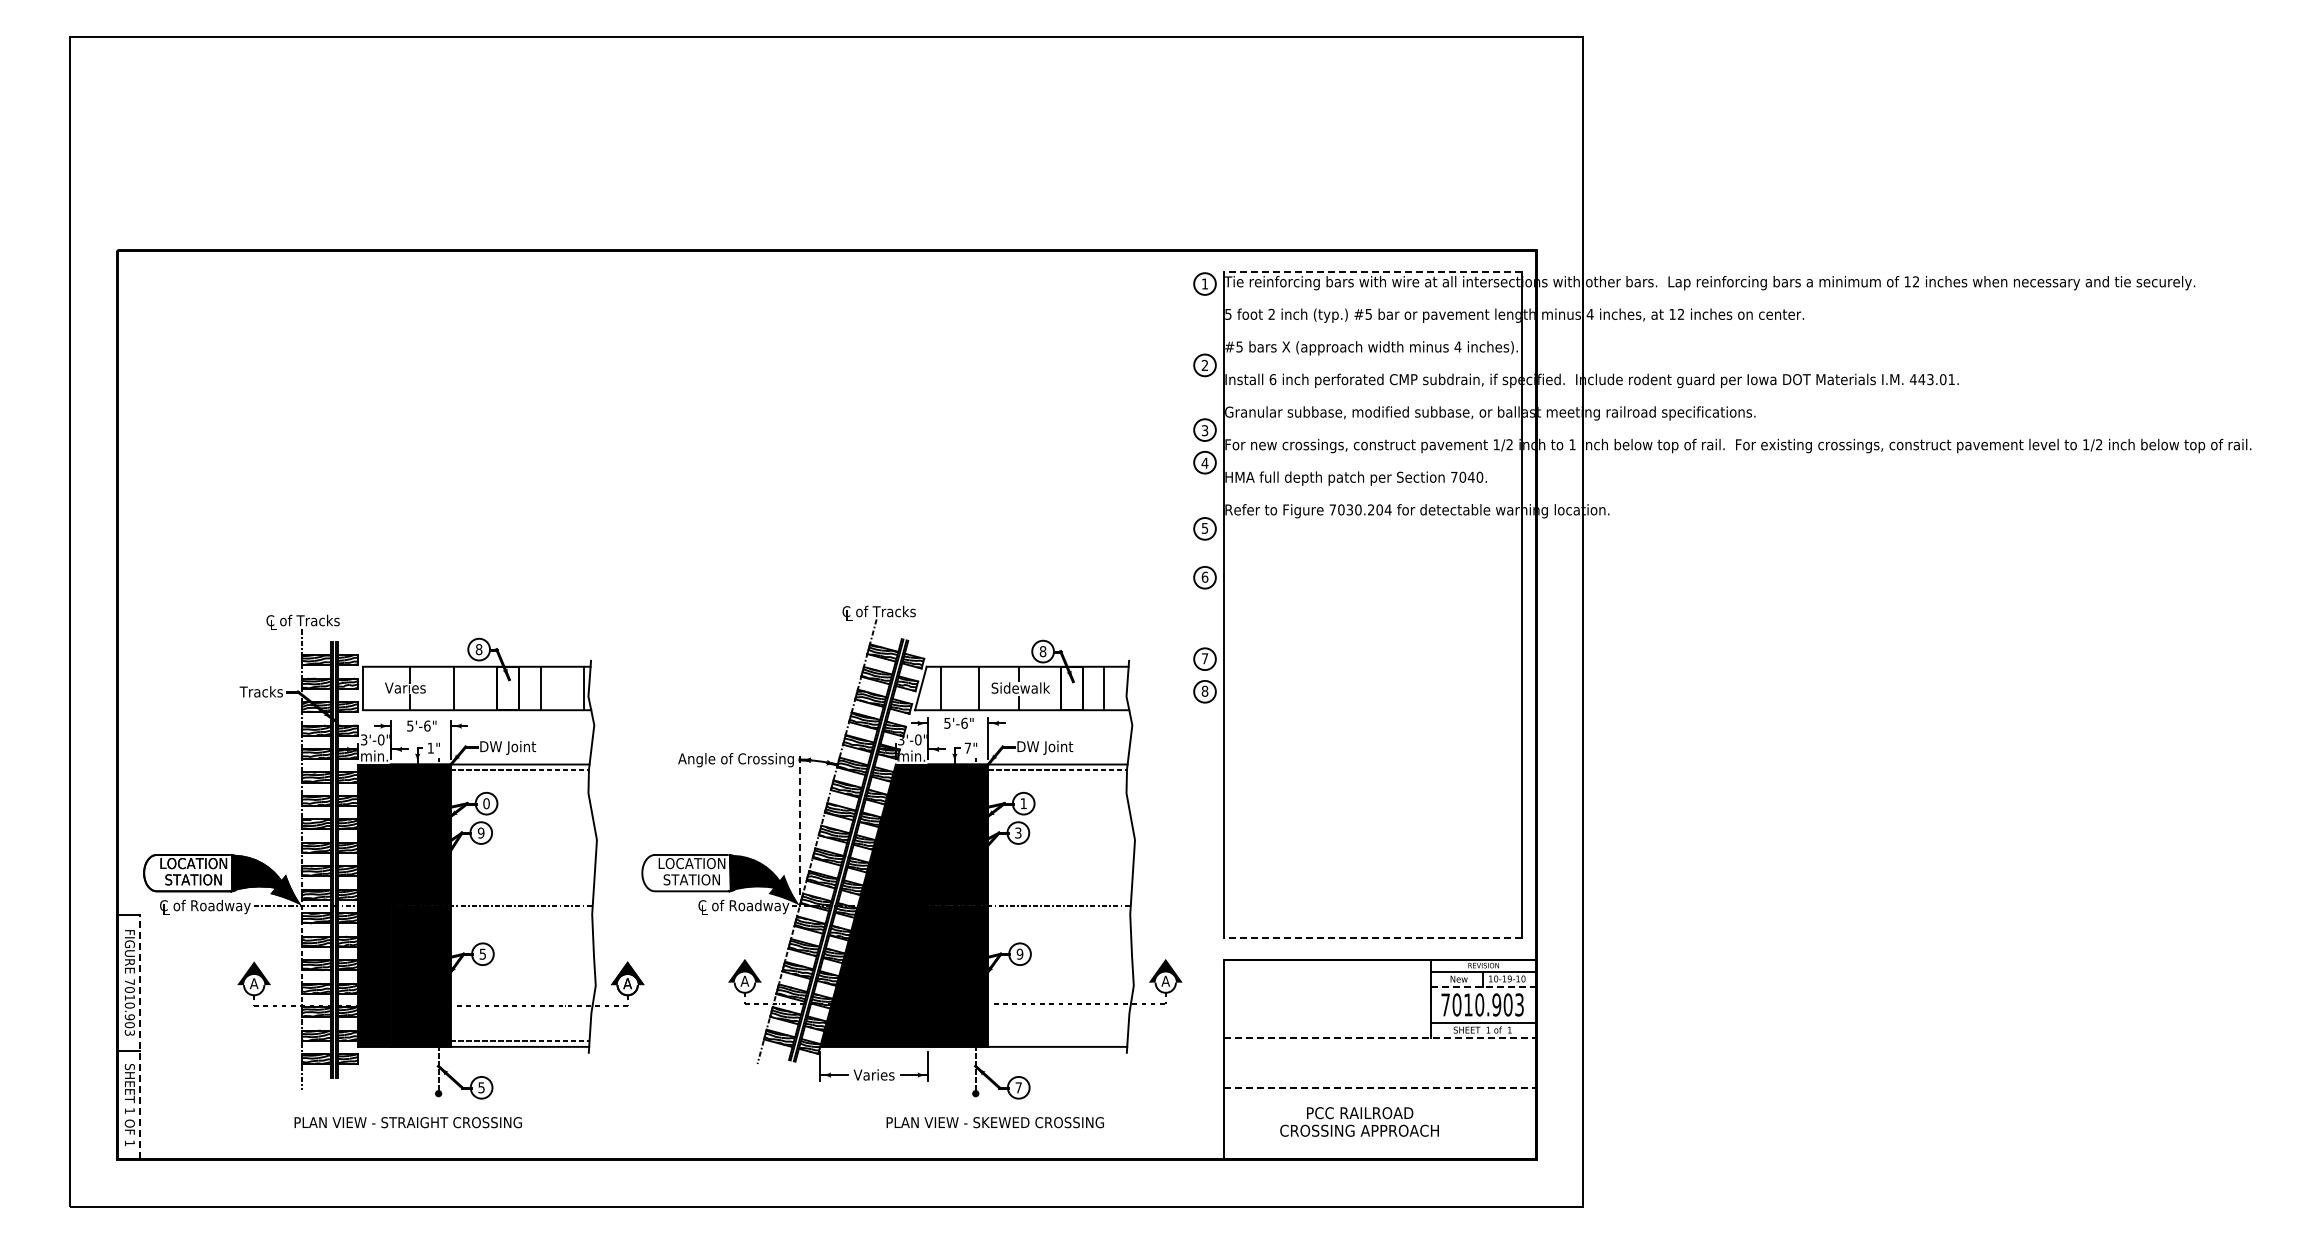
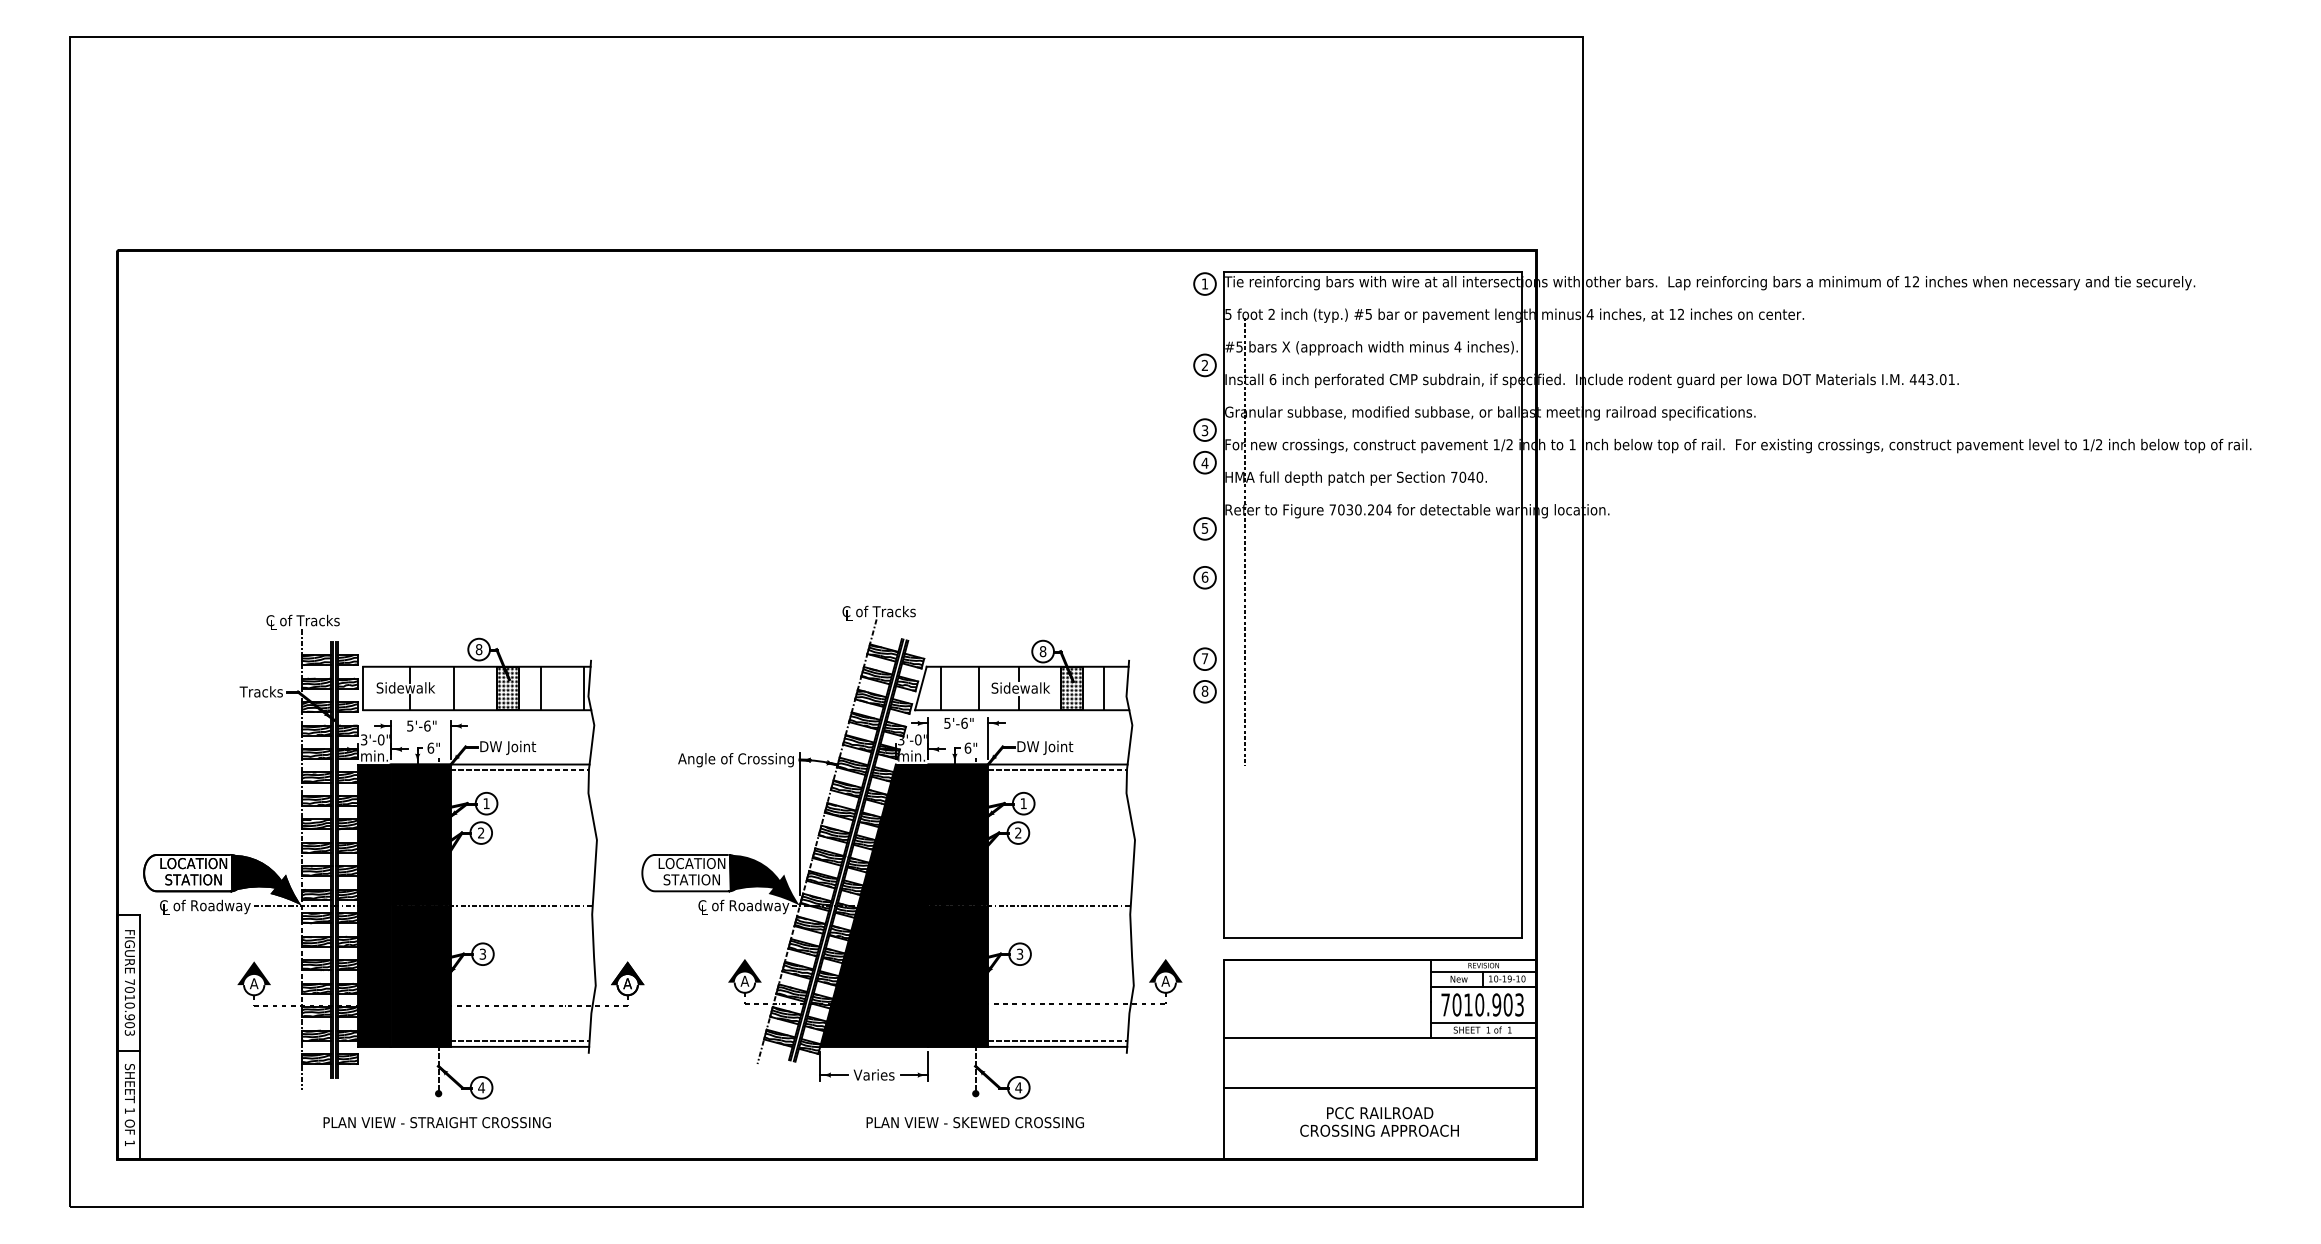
line at (1373, 272): dashed -> solid
line at (1244, 541): none -> present
text at (405, 687): Varies -> Sidewalk
hatch at (507, 688): none -> present
hatch at (1071, 688): none -> present
text at (430, 747): 1" -> 6"
text at (967, 747): 7" -> 6"
text at (486, 803): 0 -> 1
line at (799, 823): dashed -> solid
text at (480, 832): 9 -> 2
text at (1018, 833): 3 -> 2
line at (1373, 937): dashed -> solid
text at (482, 953): 5 -> 3
text at (1019, 953): 9 -> 3
line at (1483, 986): dashed -> solid
line at (140, 1036): dashed -> solid
line at (1379, 1037): dashed -> solid
line at (1057, 1041): none -> present
text at (481, 1087): 5 -> 4
text at (1018, 1087): 7 -> 4
line at (1379, 1087): dashed -> solid
text at (1359, 1121) position: (1359, 1121) -> (1379, 1121)
text at (407, 1122) position: (407, 1122) -> (436, 1122)
text at (994, 1122) position: (994, 1122) -> (974, 1122)
